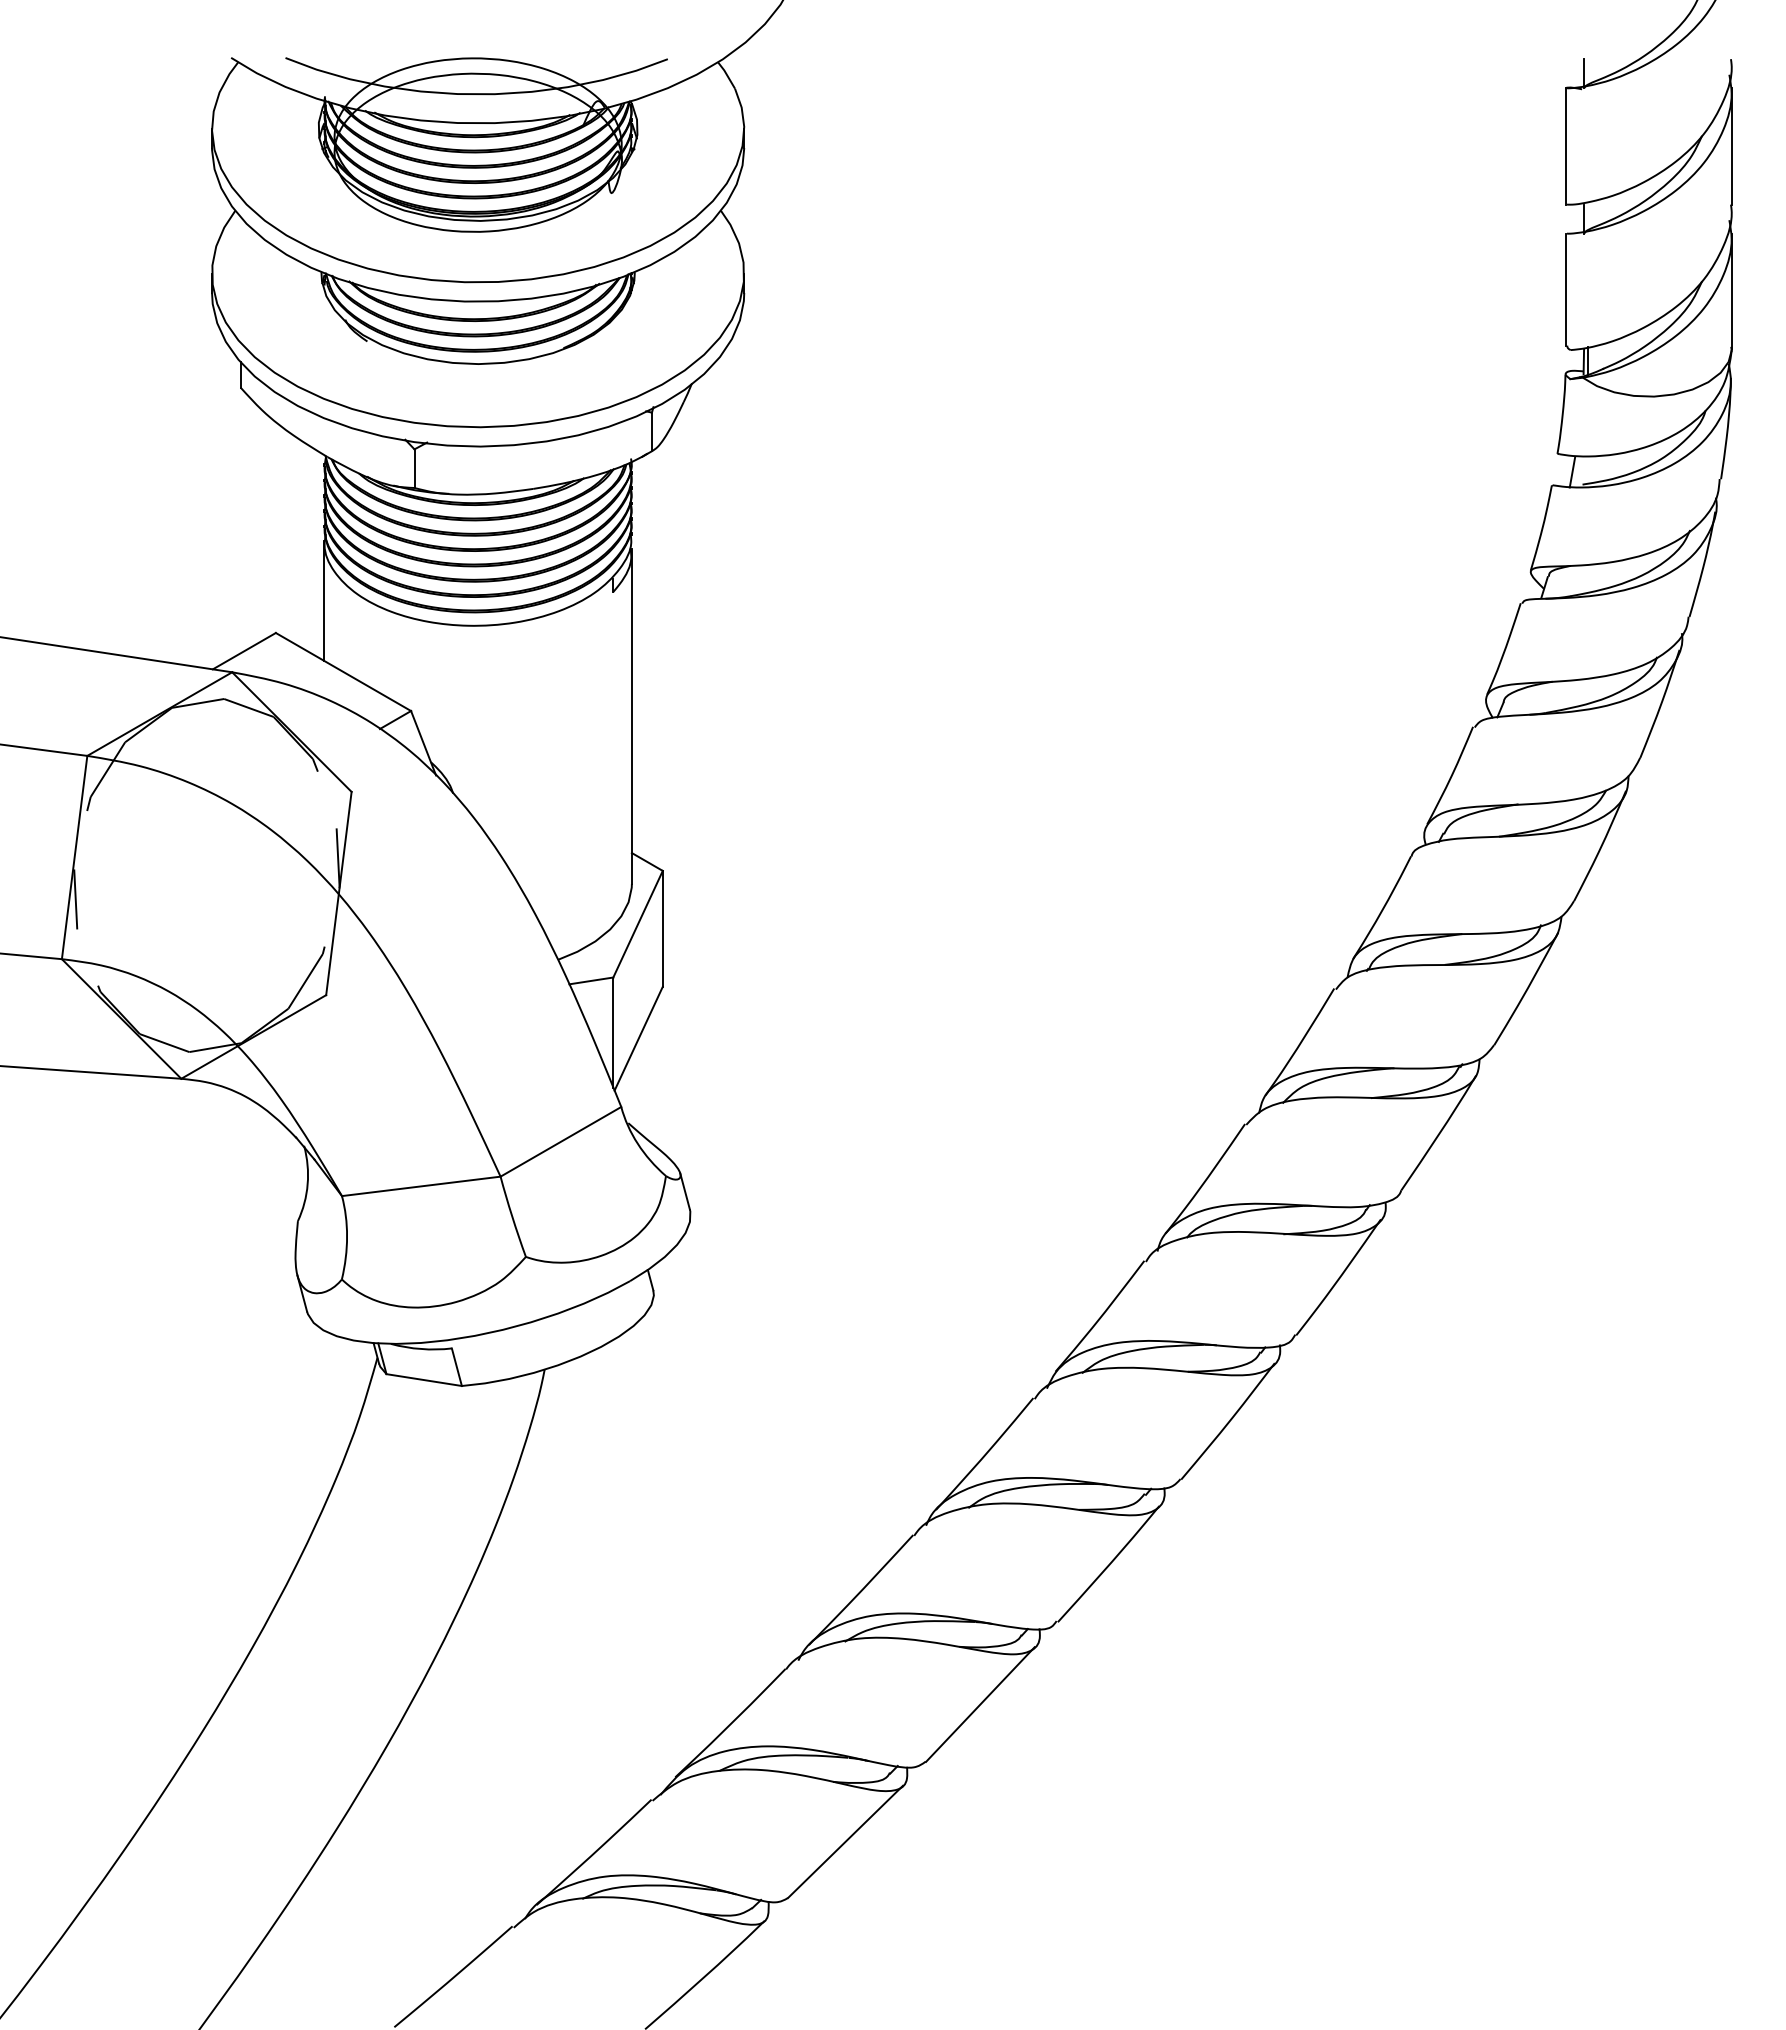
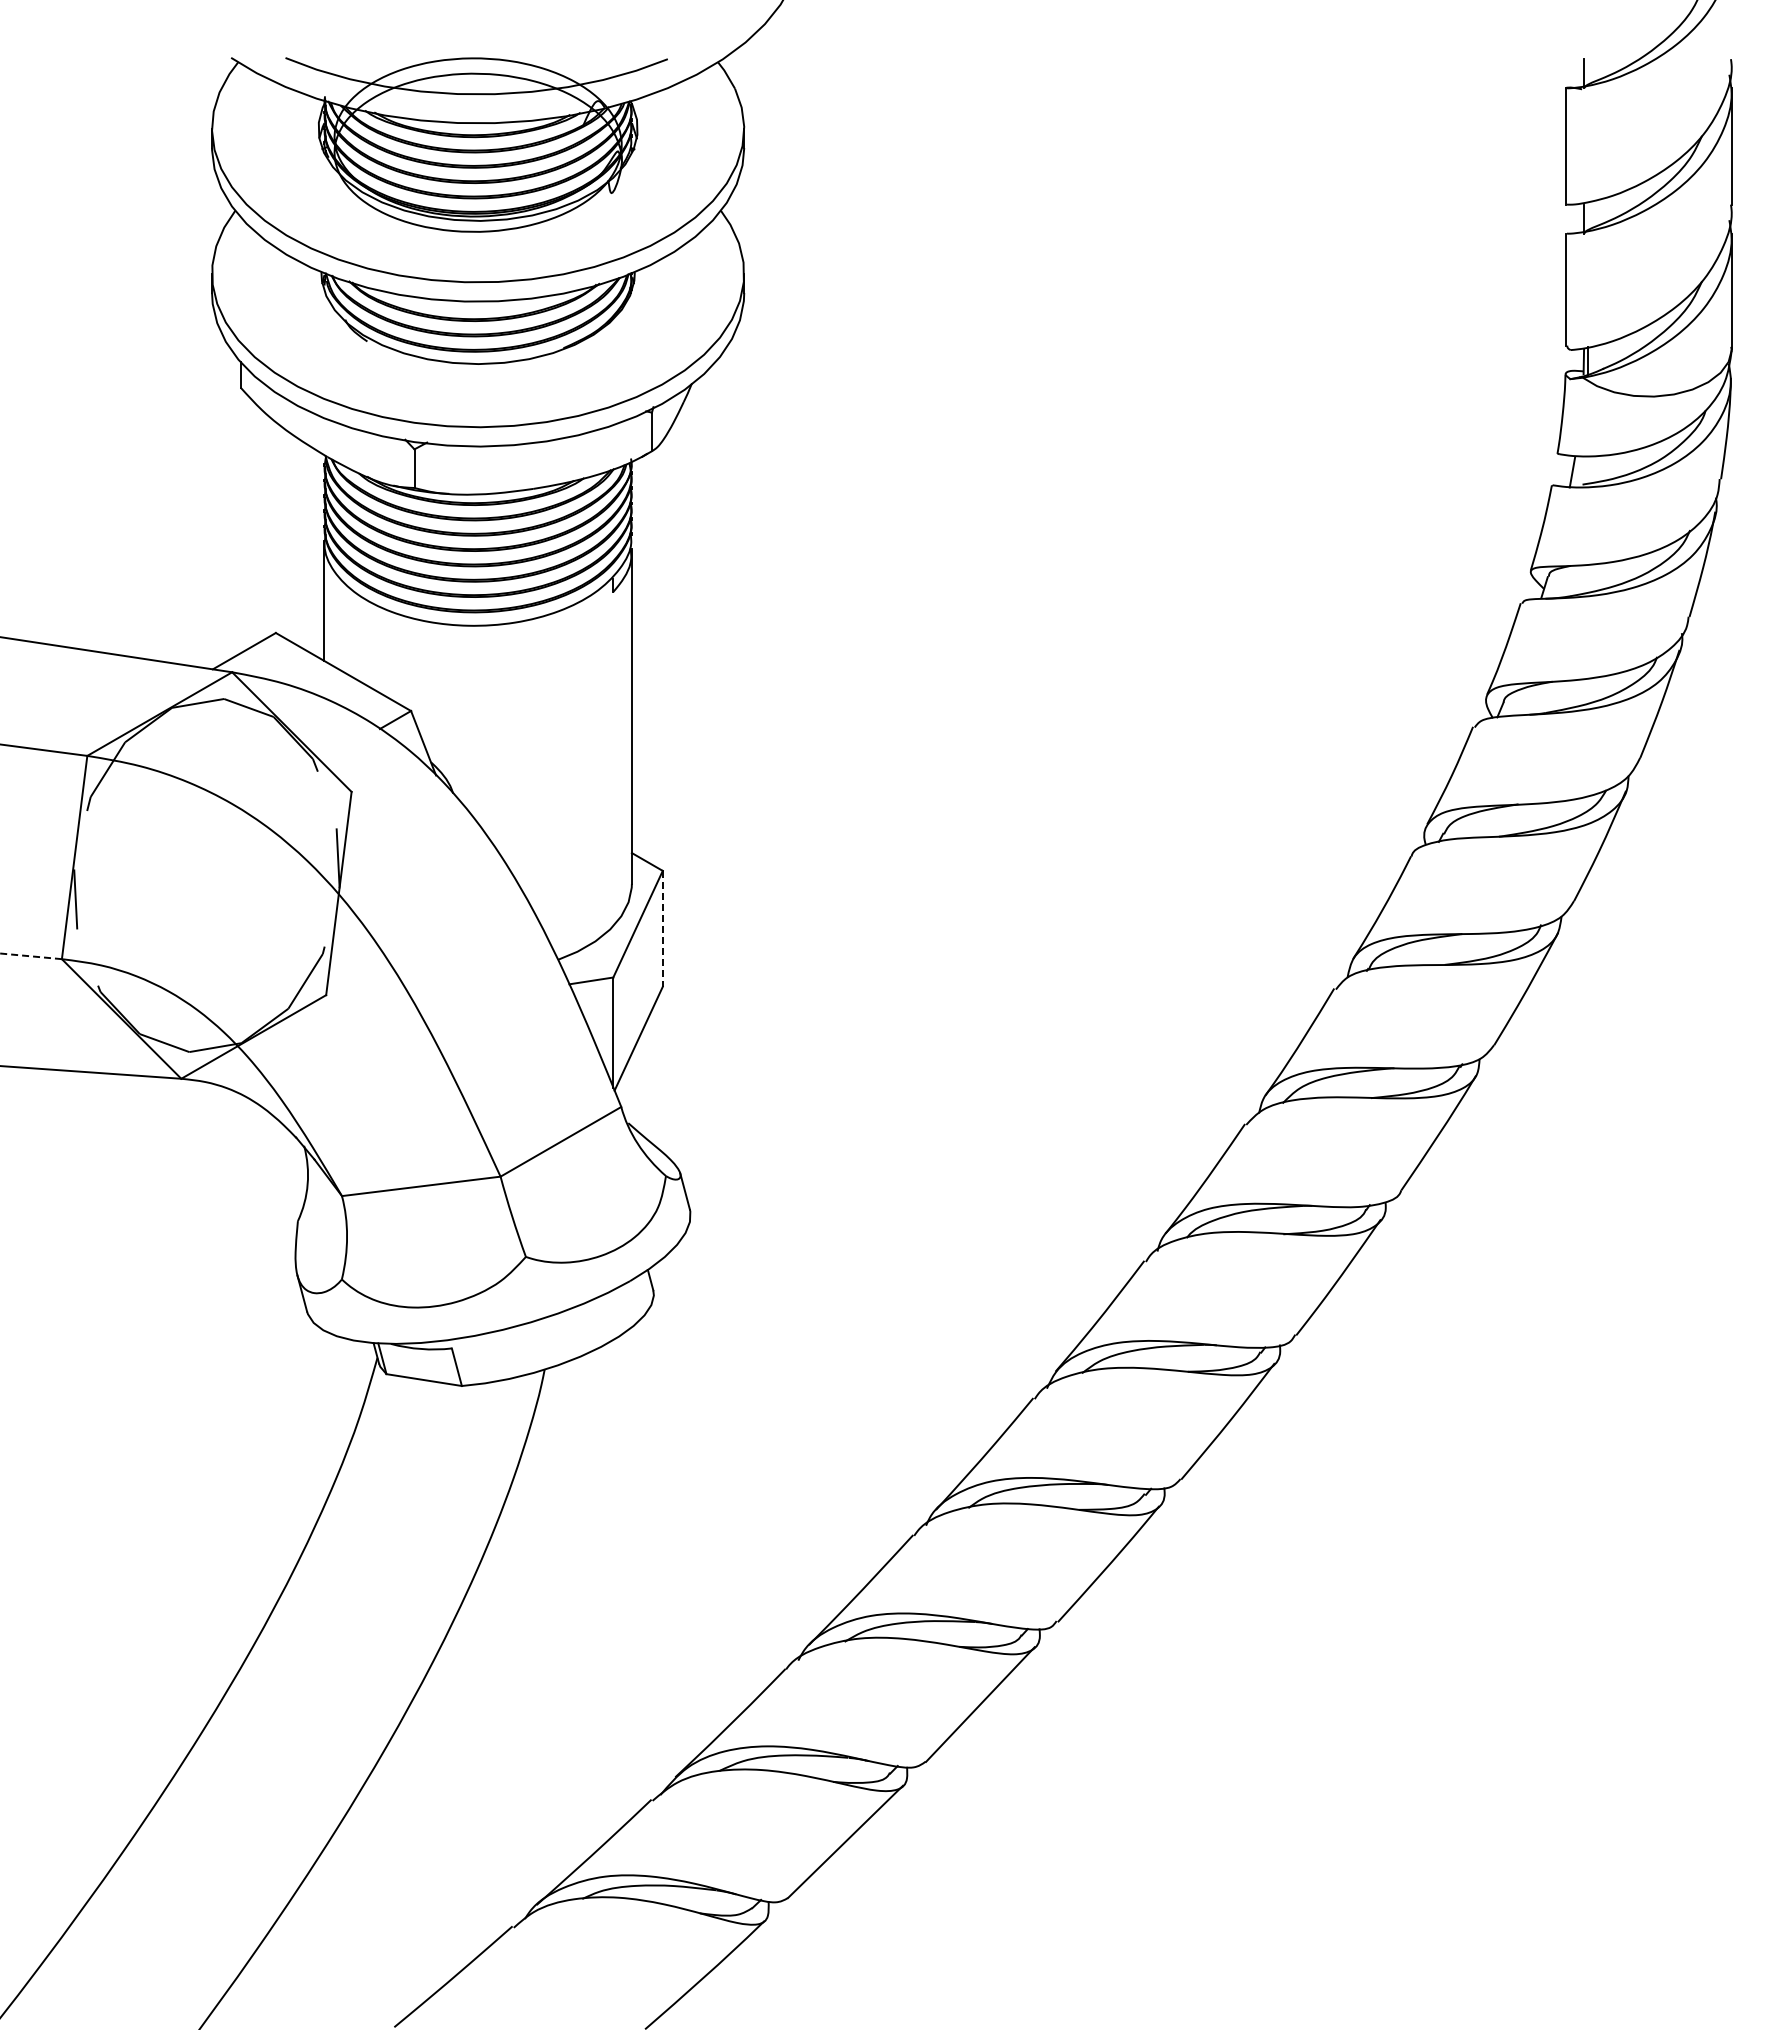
line at (662, 928): solid -> dashed
line at (31, 956): solid -> dashed
